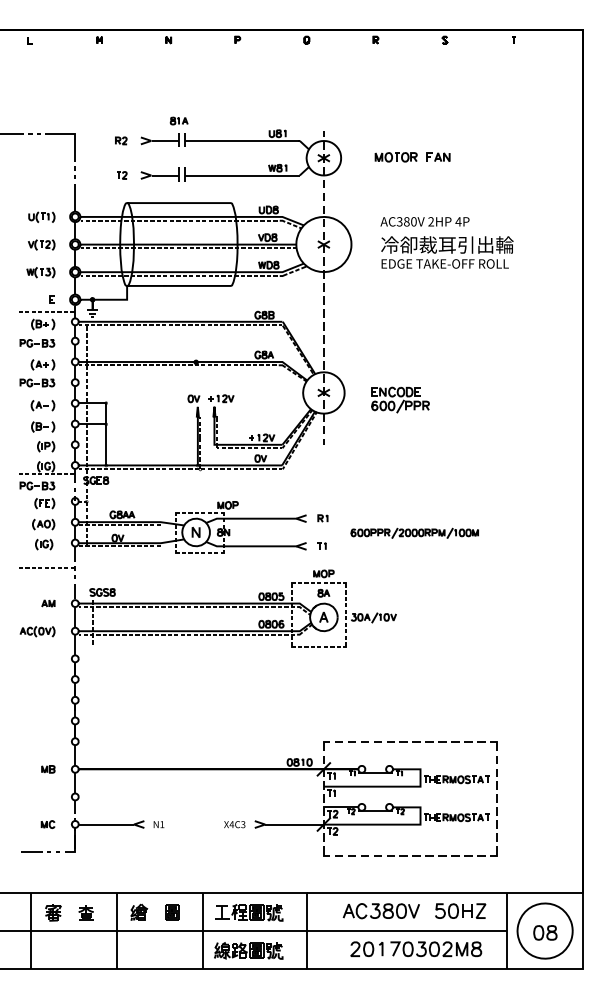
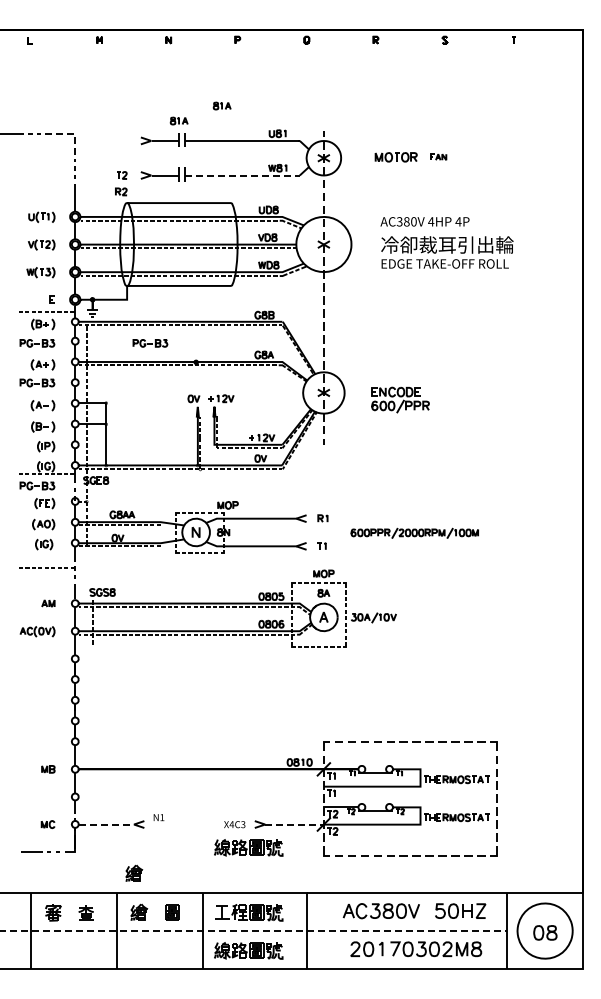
part at (221, 105): none -> present
line at (75, 133): solid -> dashed
part at (121, 140) position: (121, 140) -> (121, 191)
part at (438, 156) size: 25x10 px -> 18x8 px
line at (243, 175): solid -> dashed
text at (431, 221): 2HP -> 4HP
part at (150, 343): none -> present
line at (106, 824): solid -> dashed
text at (158, 824) position: (158, 824) -> (158, 817)
line at (295, 824): solid -> dashed
part at (248, 847): none -> present
part at (134, 872): none -> present
line at (254, 931): solid -> dashed
